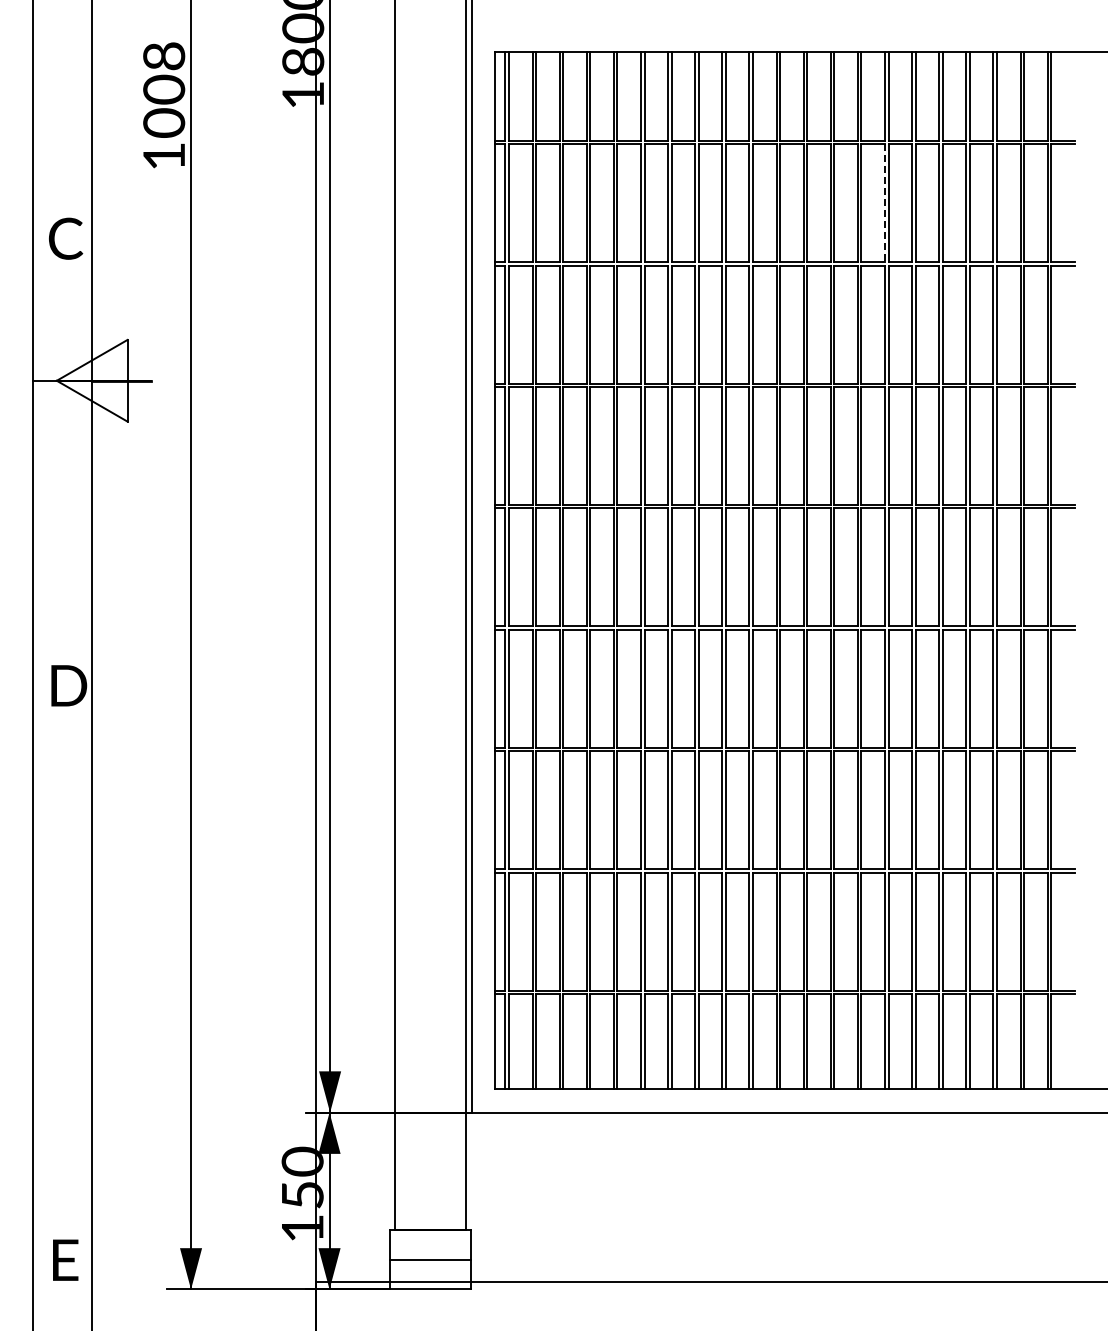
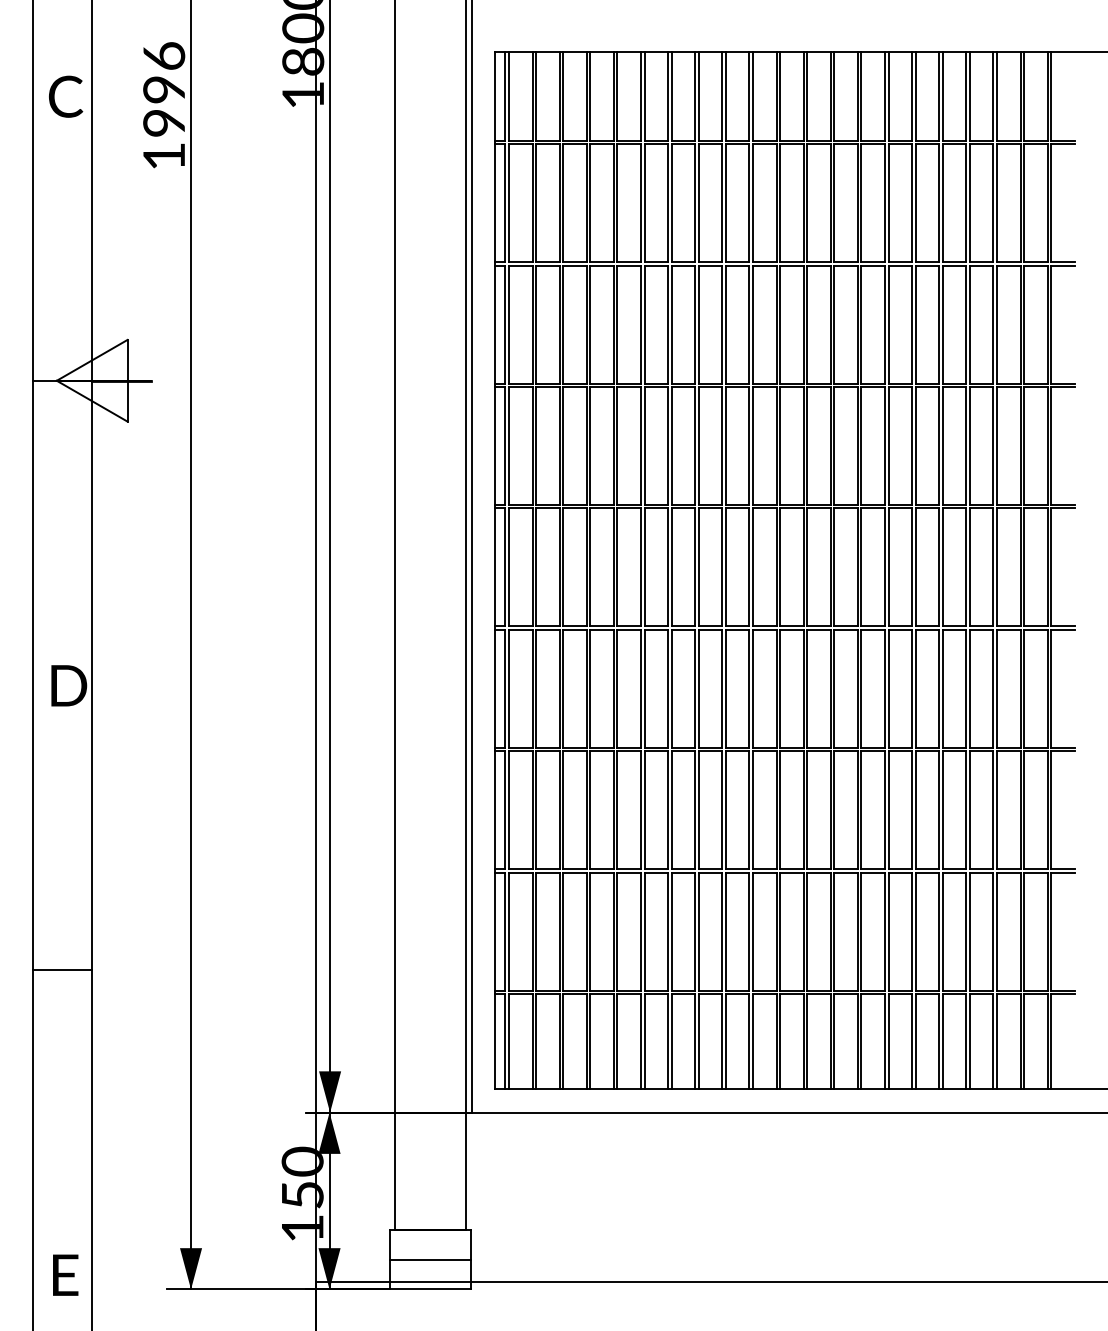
text at (164, 89): 1008 -> 1996
line at (884, 203): dashed -> solid
text at (66, 238) position: (66, 238) -> (66, 96)
line at (62, 970): none -> present
text at (65, 1259) position: (65, 1259) -> (65, 1274)
